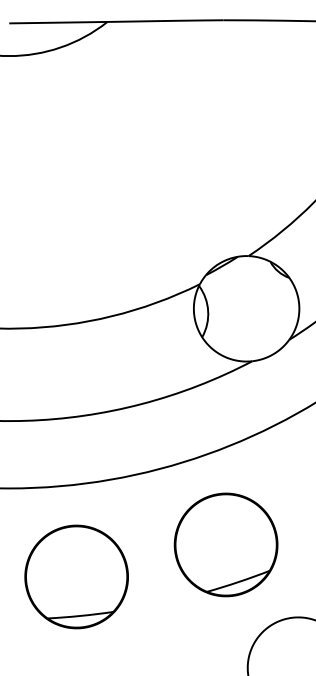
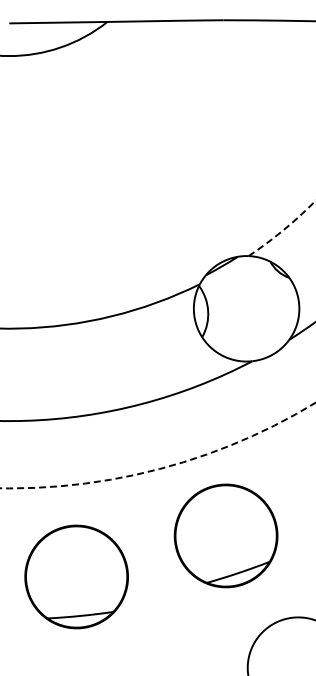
arc at (283, 230): solid -> dashed
arc at (166, 467): solid -> dashed
part at (225, 544) position: (225, 544) -> (225, 535)
